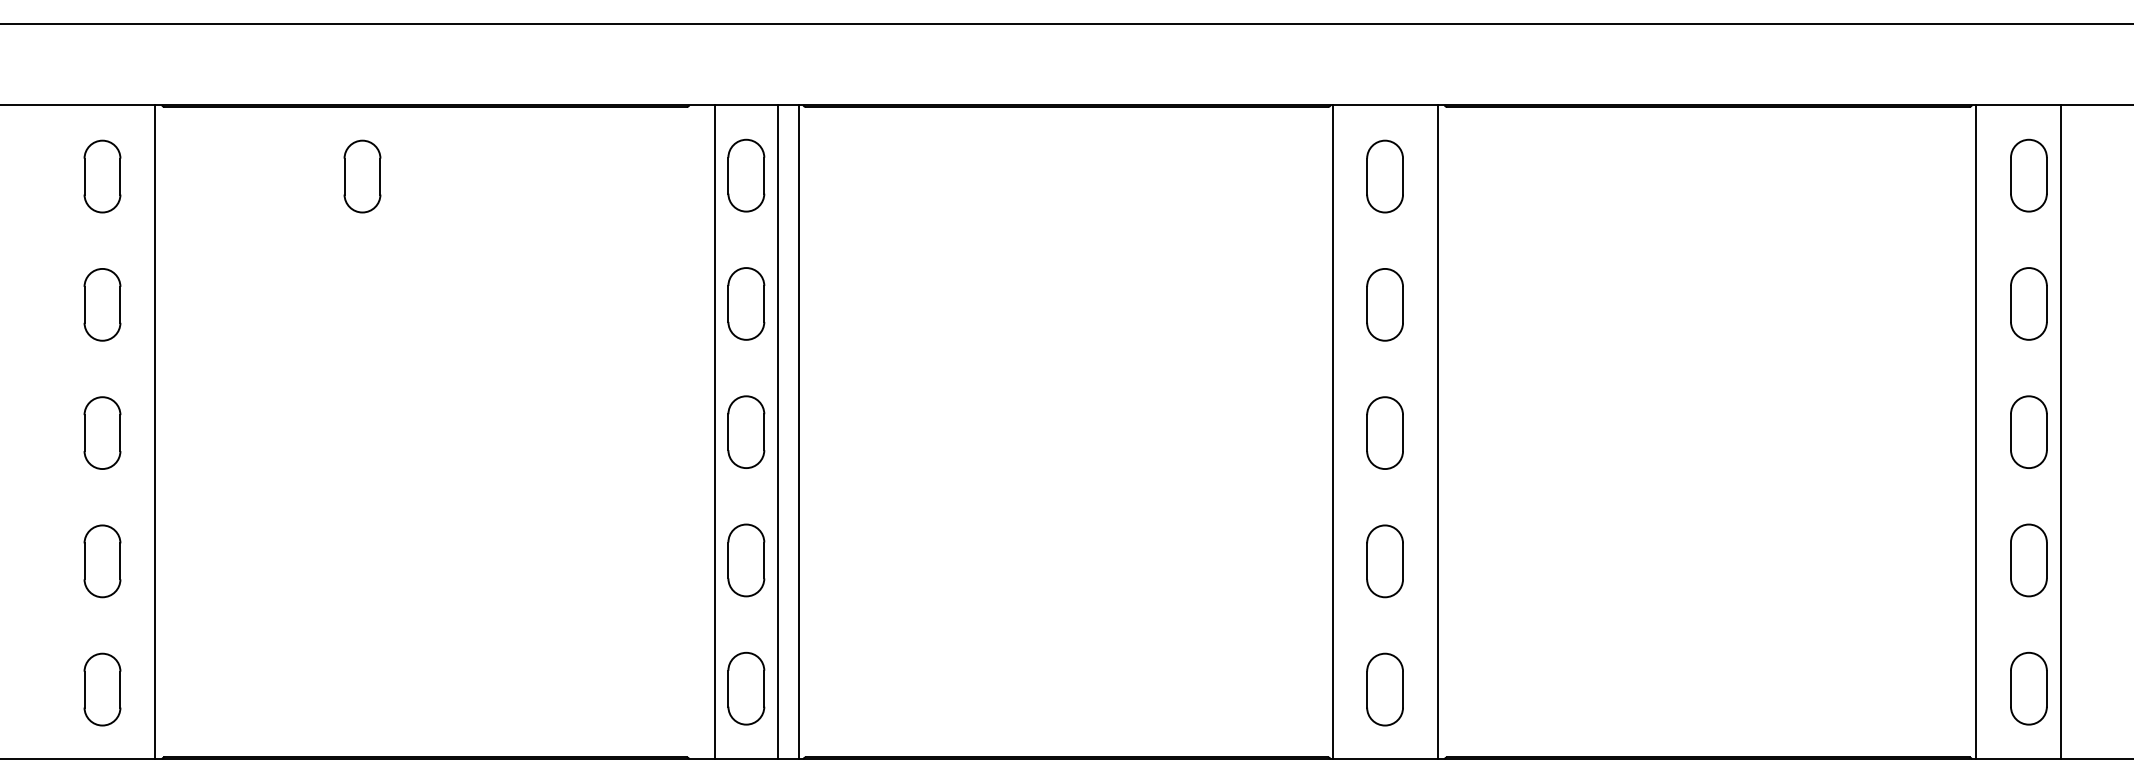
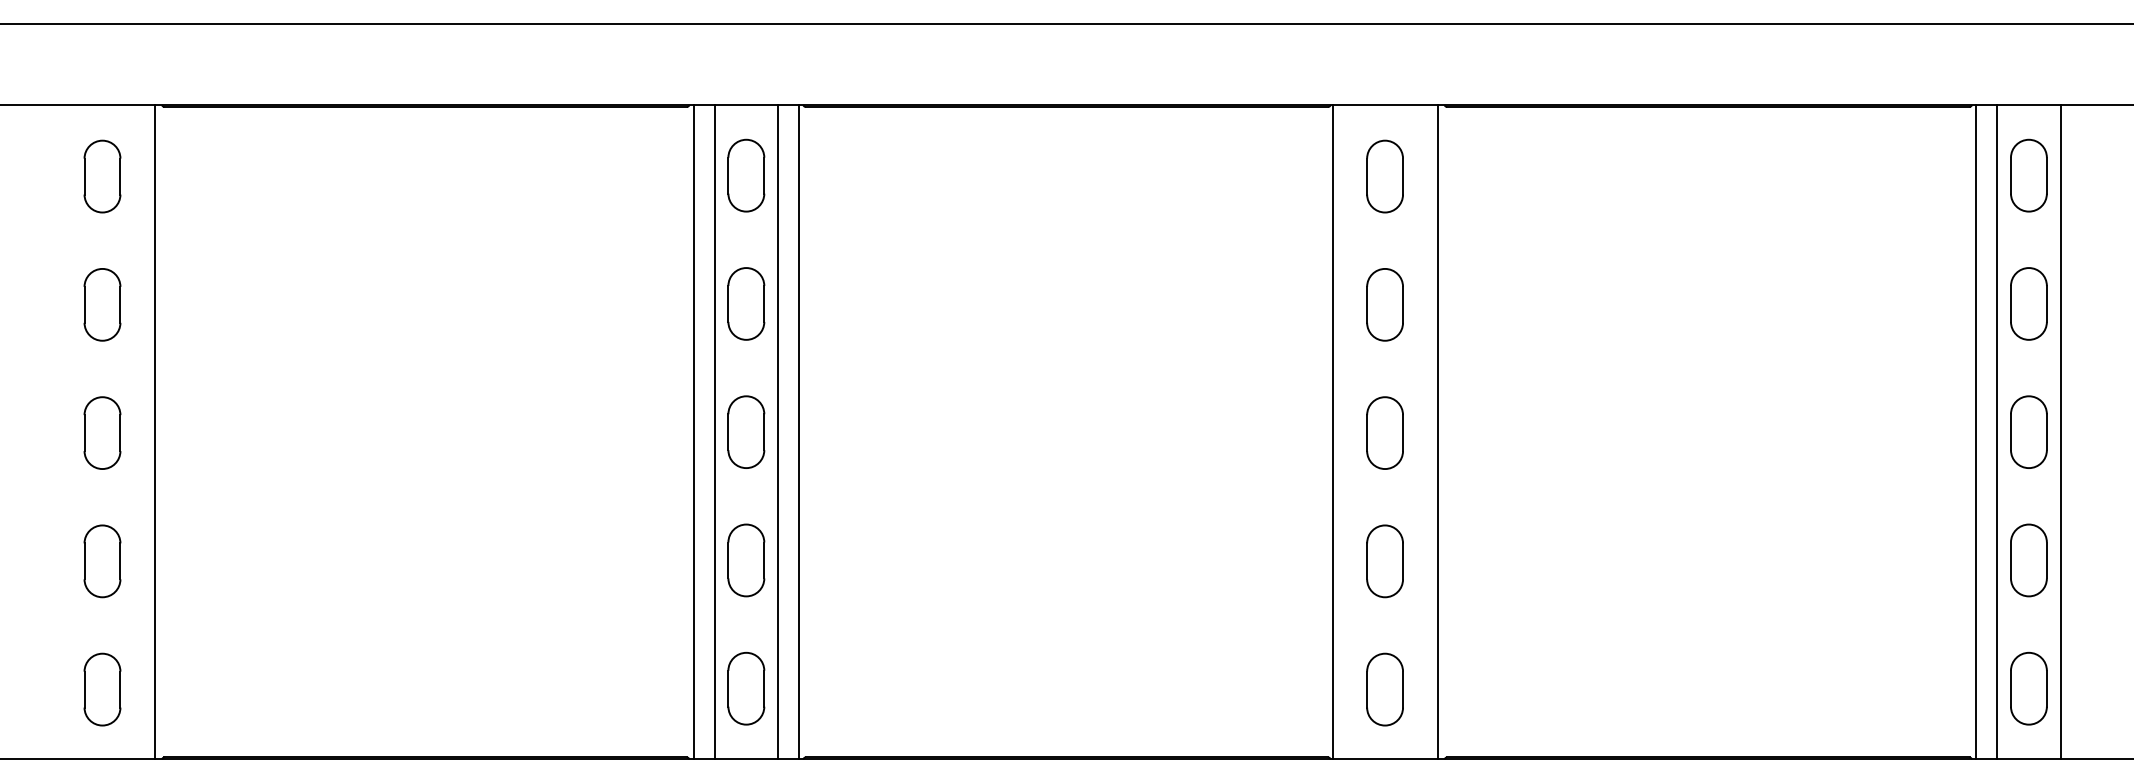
part at (362, 176): present -> none
line at (693, 432): none -> present
line at (1997, 432): none -> present
